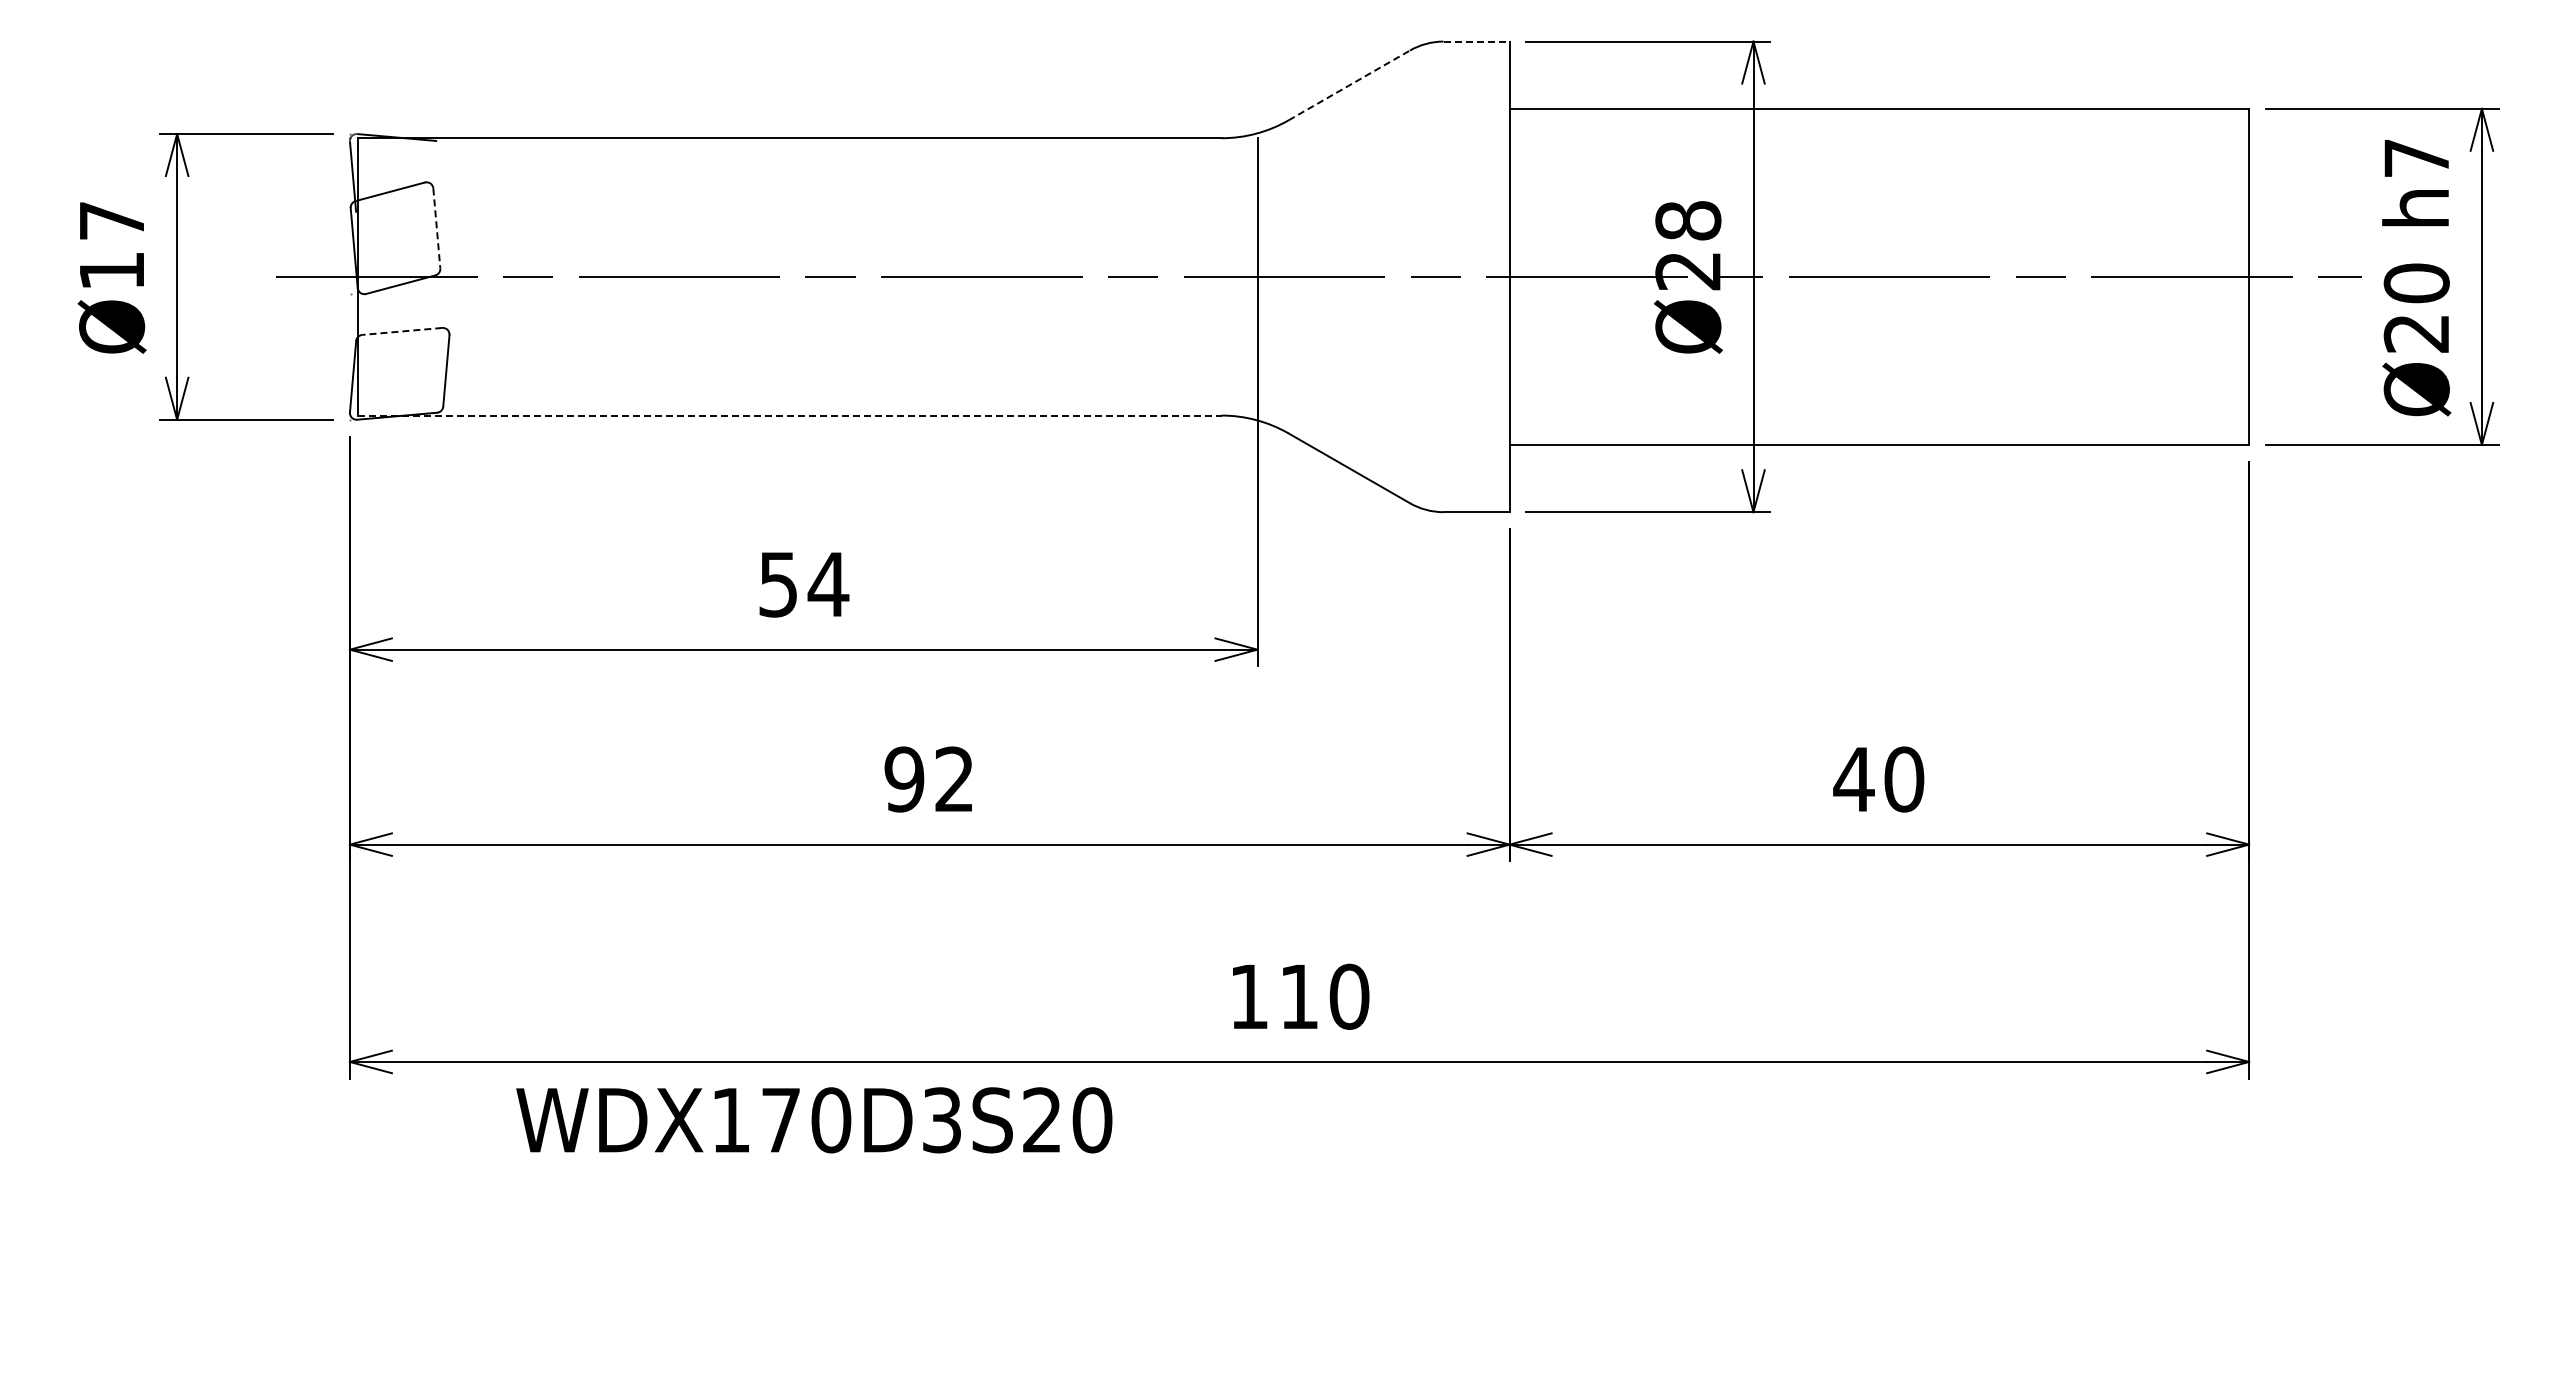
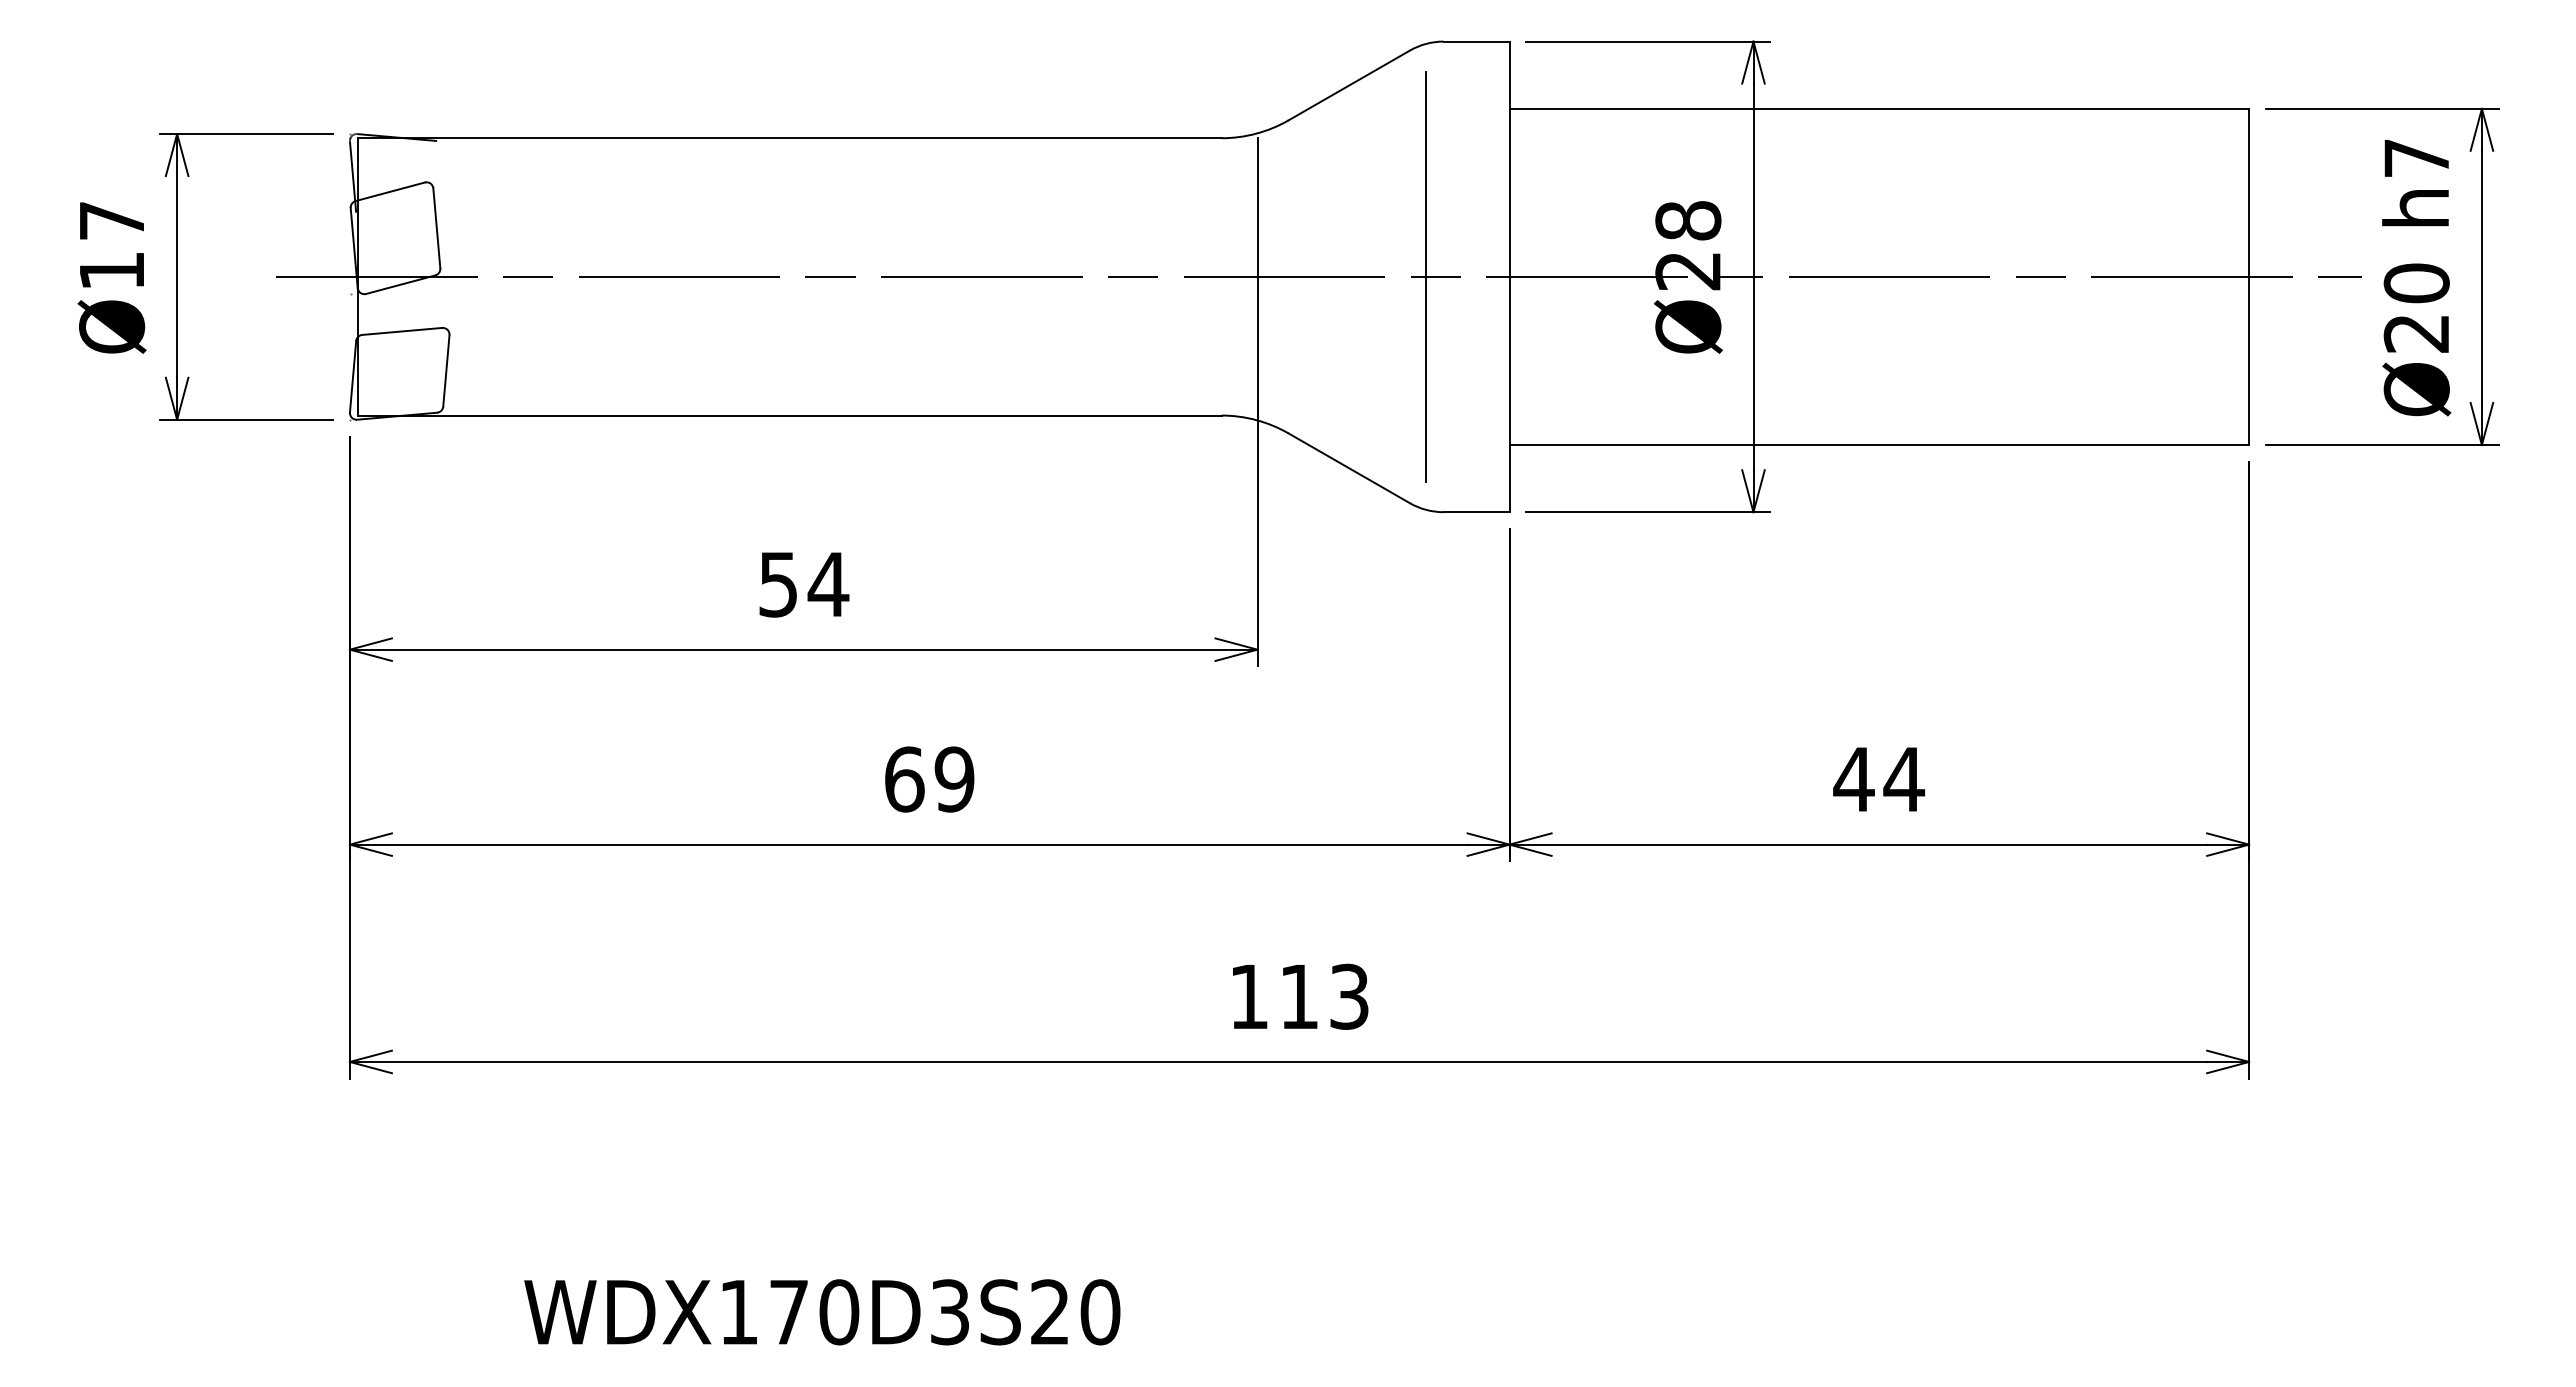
line at (1477, 41): dashed -> solid
line at (1349, 85): dashed -> solid
line at (436, 228): dashed -> solid
line at (1425, 277): none -> present
line at (401, 331): dashed -> solid
line at (789, 415): dashed -> solid
text at (929, 779): 92 -> 69
text at (1904, 779): 40 -> 44
text at (1349, 996): 110 -> 113
text at (814, 1120) position: (814, 1120) -> (822, 1312)
